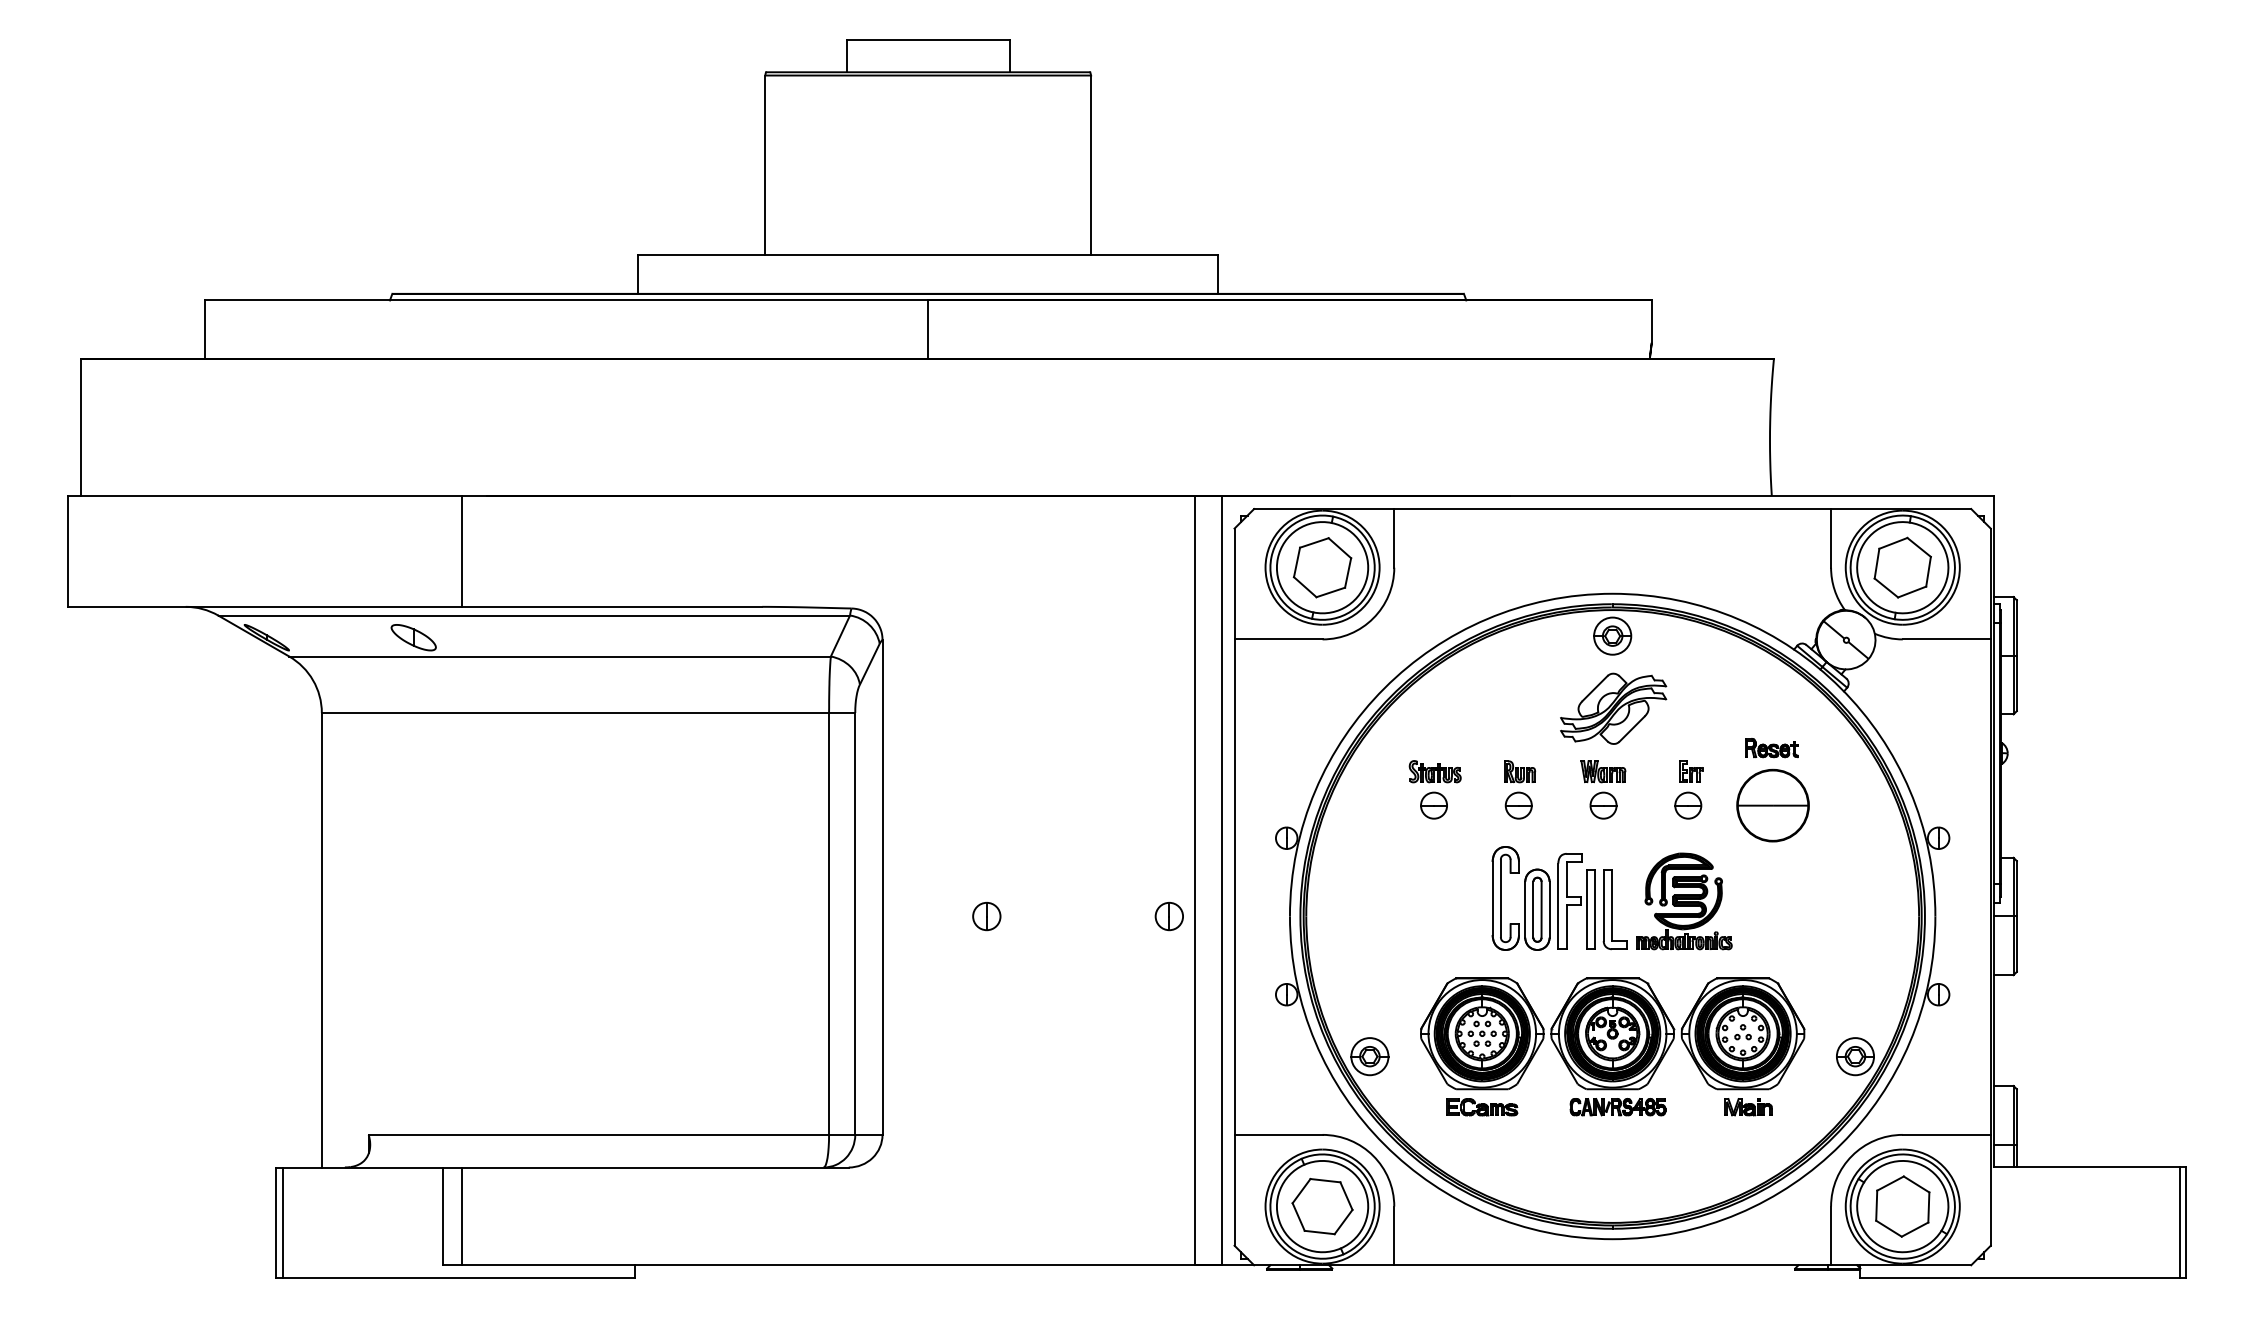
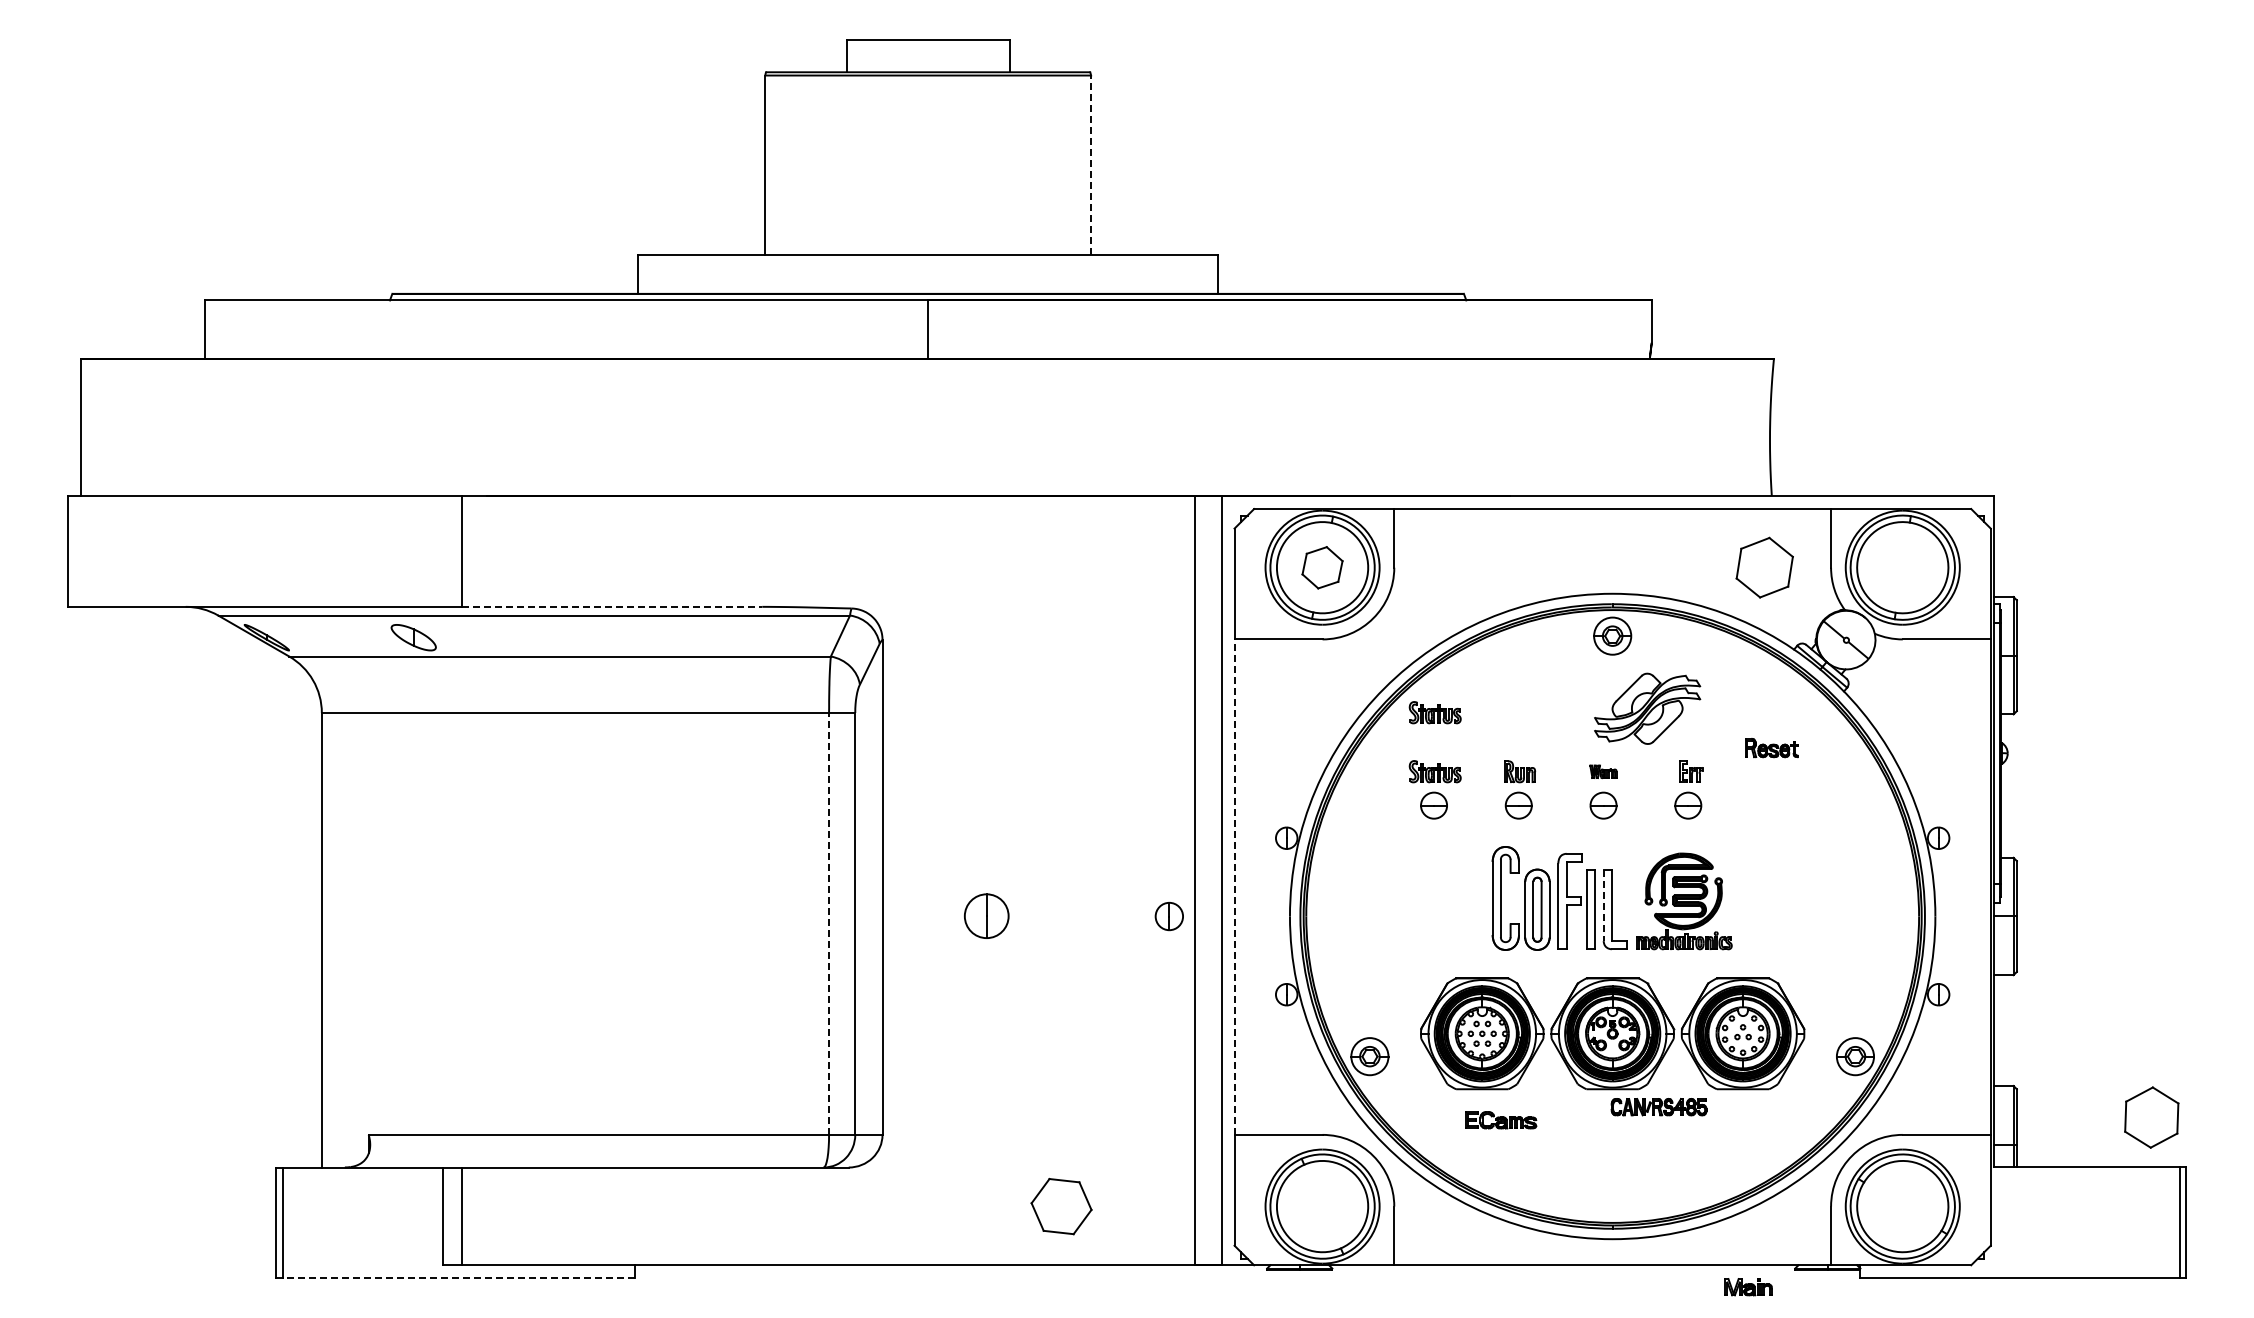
line at (1091, 165): solid -> dashed
part at (1322, 567) size: 61x62 px -> 43x44 px
part at (1902, 567) position: (1902, 567) -> (1764, 567)
line at (612, 606): solid -> dashed
part at (1613, 708) position: (1613, 708) -> (1647, 708)
part at (1434, 712): none -> present
part at (1603, 771) size: 47x24 px -> 29x16 px
part at (1772, 805): present -> none
line at (1234, 887): solid -> dashed
line at (1603, 906): solid -> dashed
part at (986, 916) size: 30x30 px -> 46x46 px
line at (829, 923): solid -> dashed
part at (1482, 1107) position: (1482, 1107) -> (1501, 1120)
part at (1617, 1107) position: (1617, 1107) -> (1658, 1107)
part at (1748, 1107) position: (1748, 1107) -> (1748, 1287)
part at (1322, 1206) position: (1322, 1206) -> (1061, 1206)
part at (1902, 1206) position: (1902, 1206) -> (2151, 1117)
line at (458, 1278): solid -> dashed
